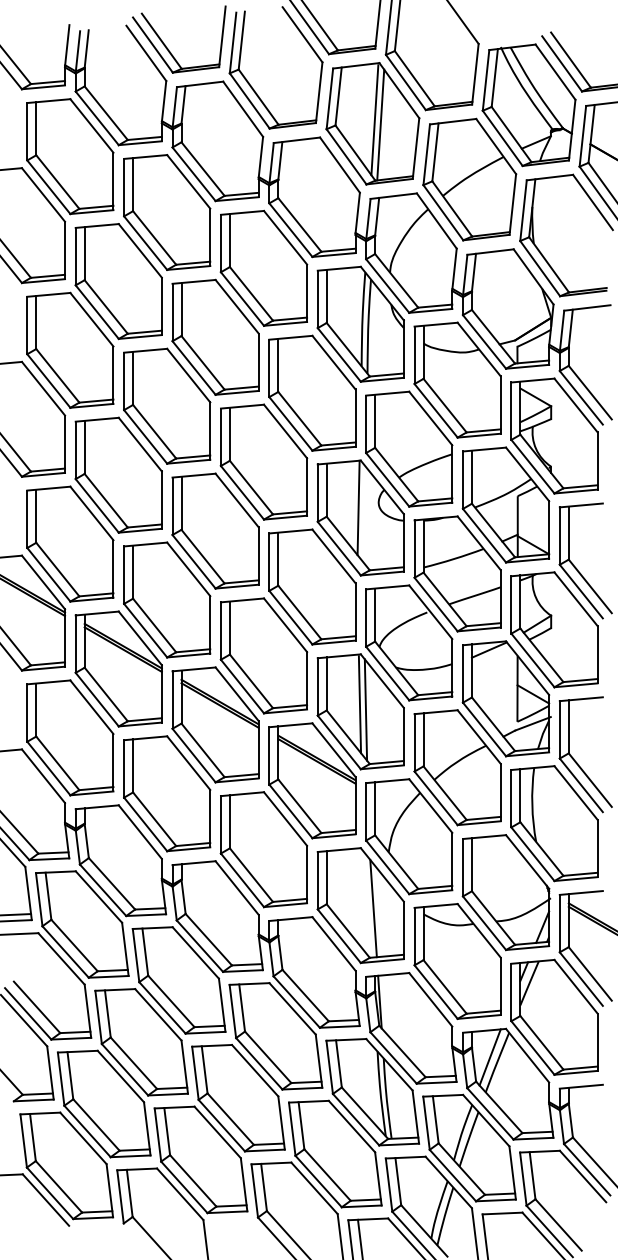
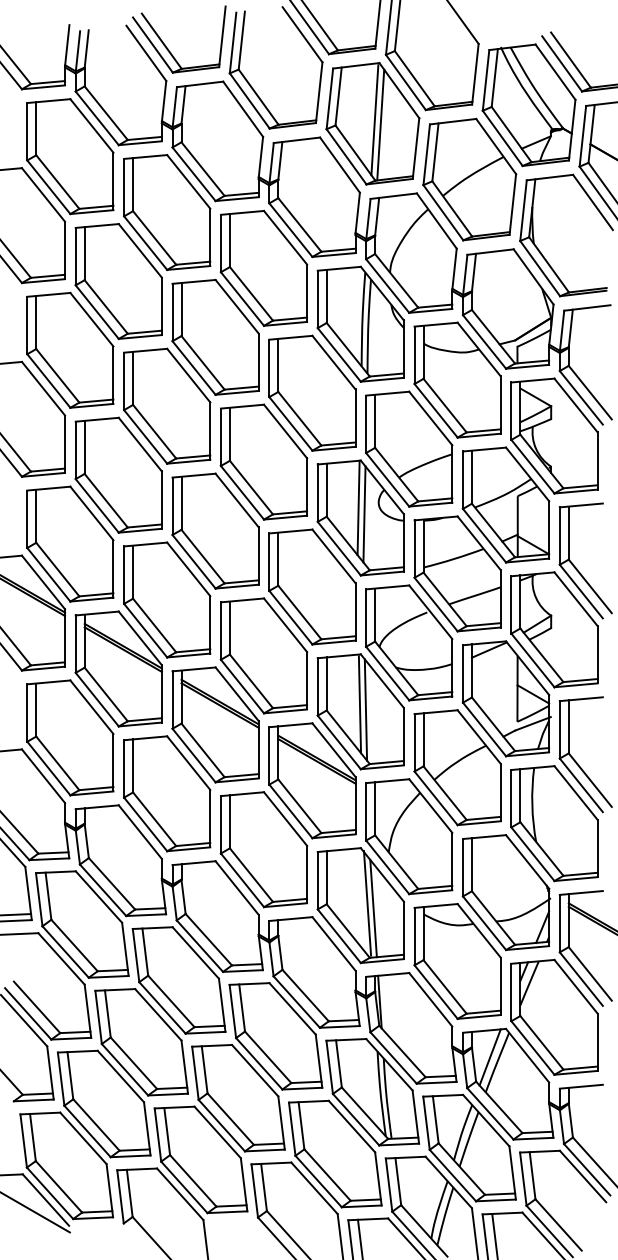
line at (364, 514): none -> present
line at (367, 903): none -> present
line at (35, 1212): none -> present
line at (494, 1234): none -> present
